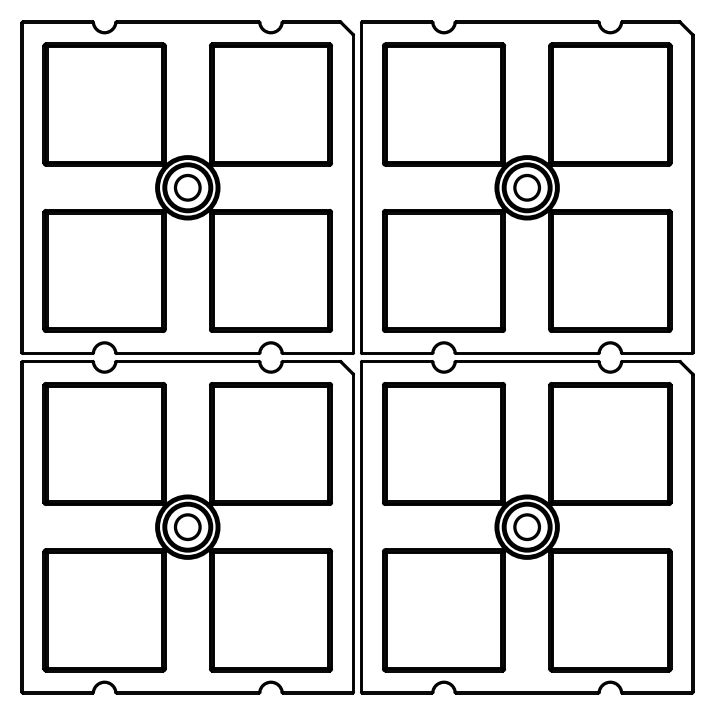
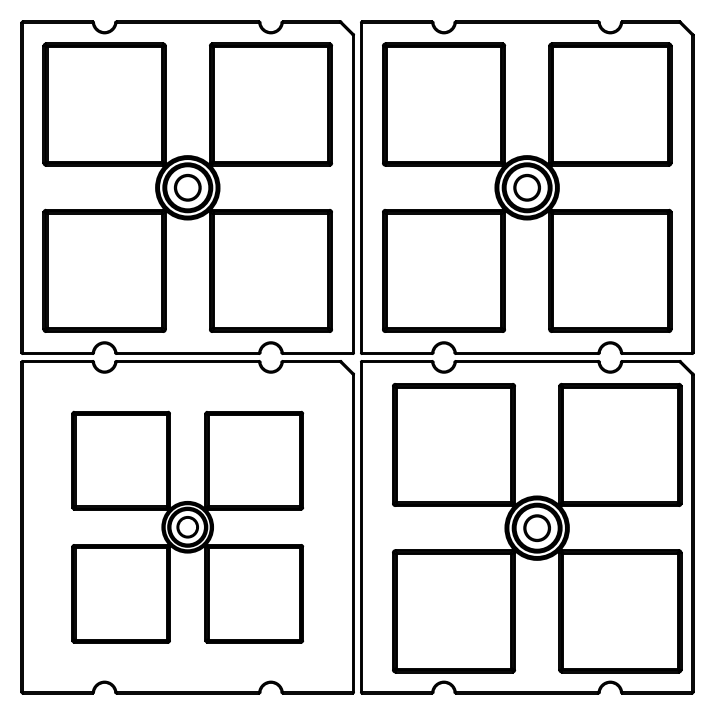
part at (527, 526) position: (527, 526) -> (537, 527)
part at (187, 527) size: 291x291 px -> 234x234 px
